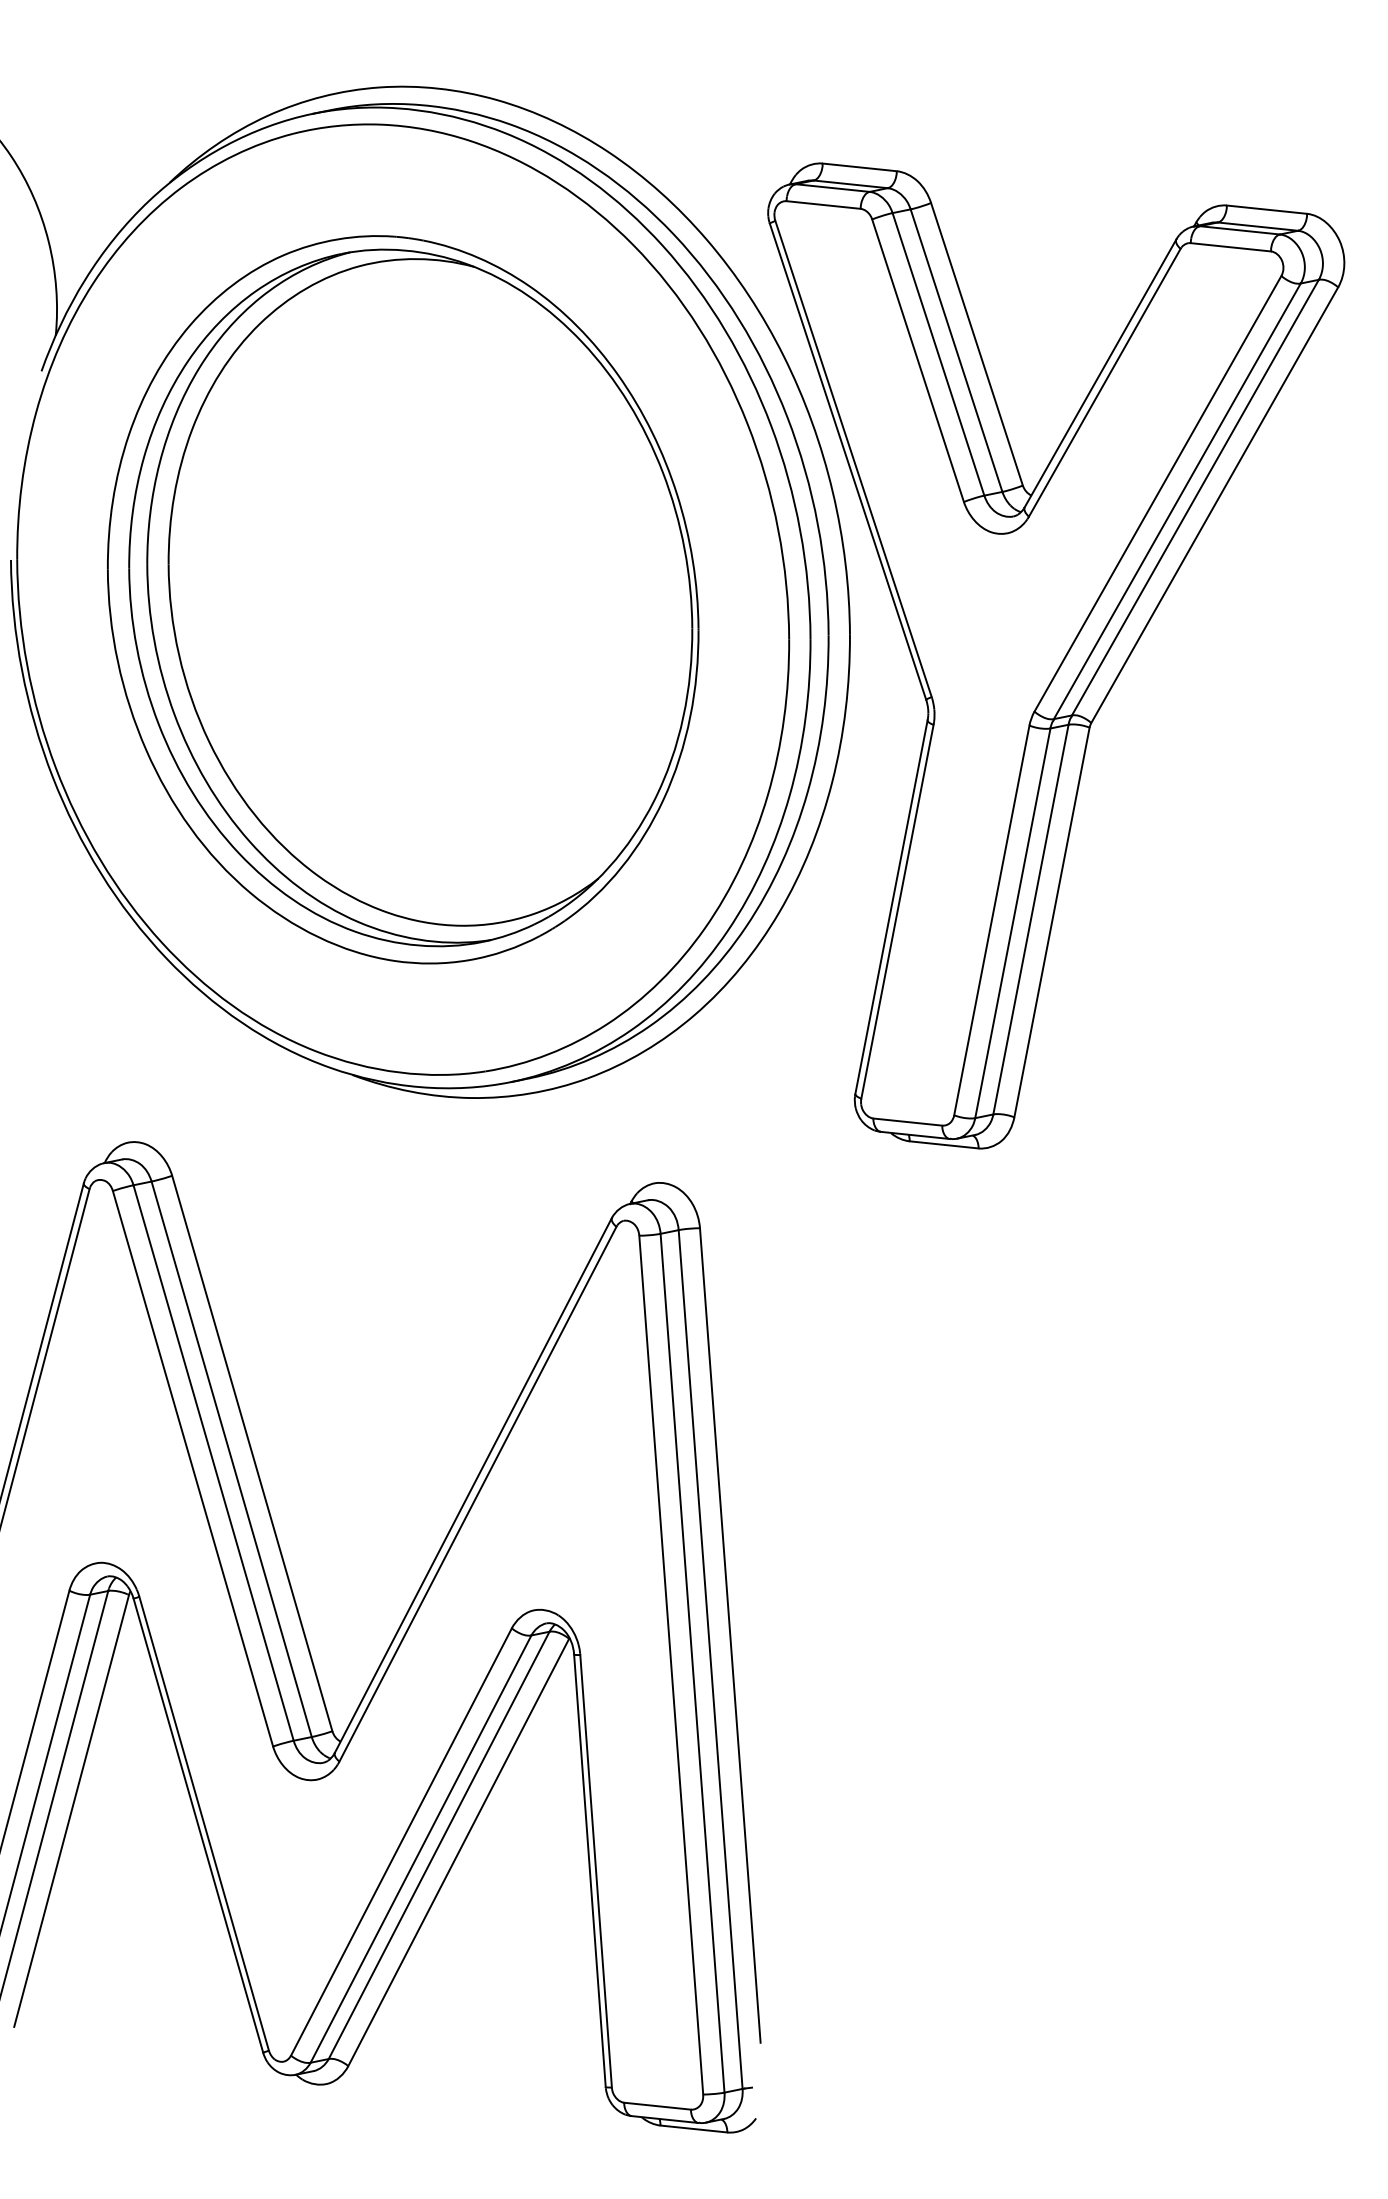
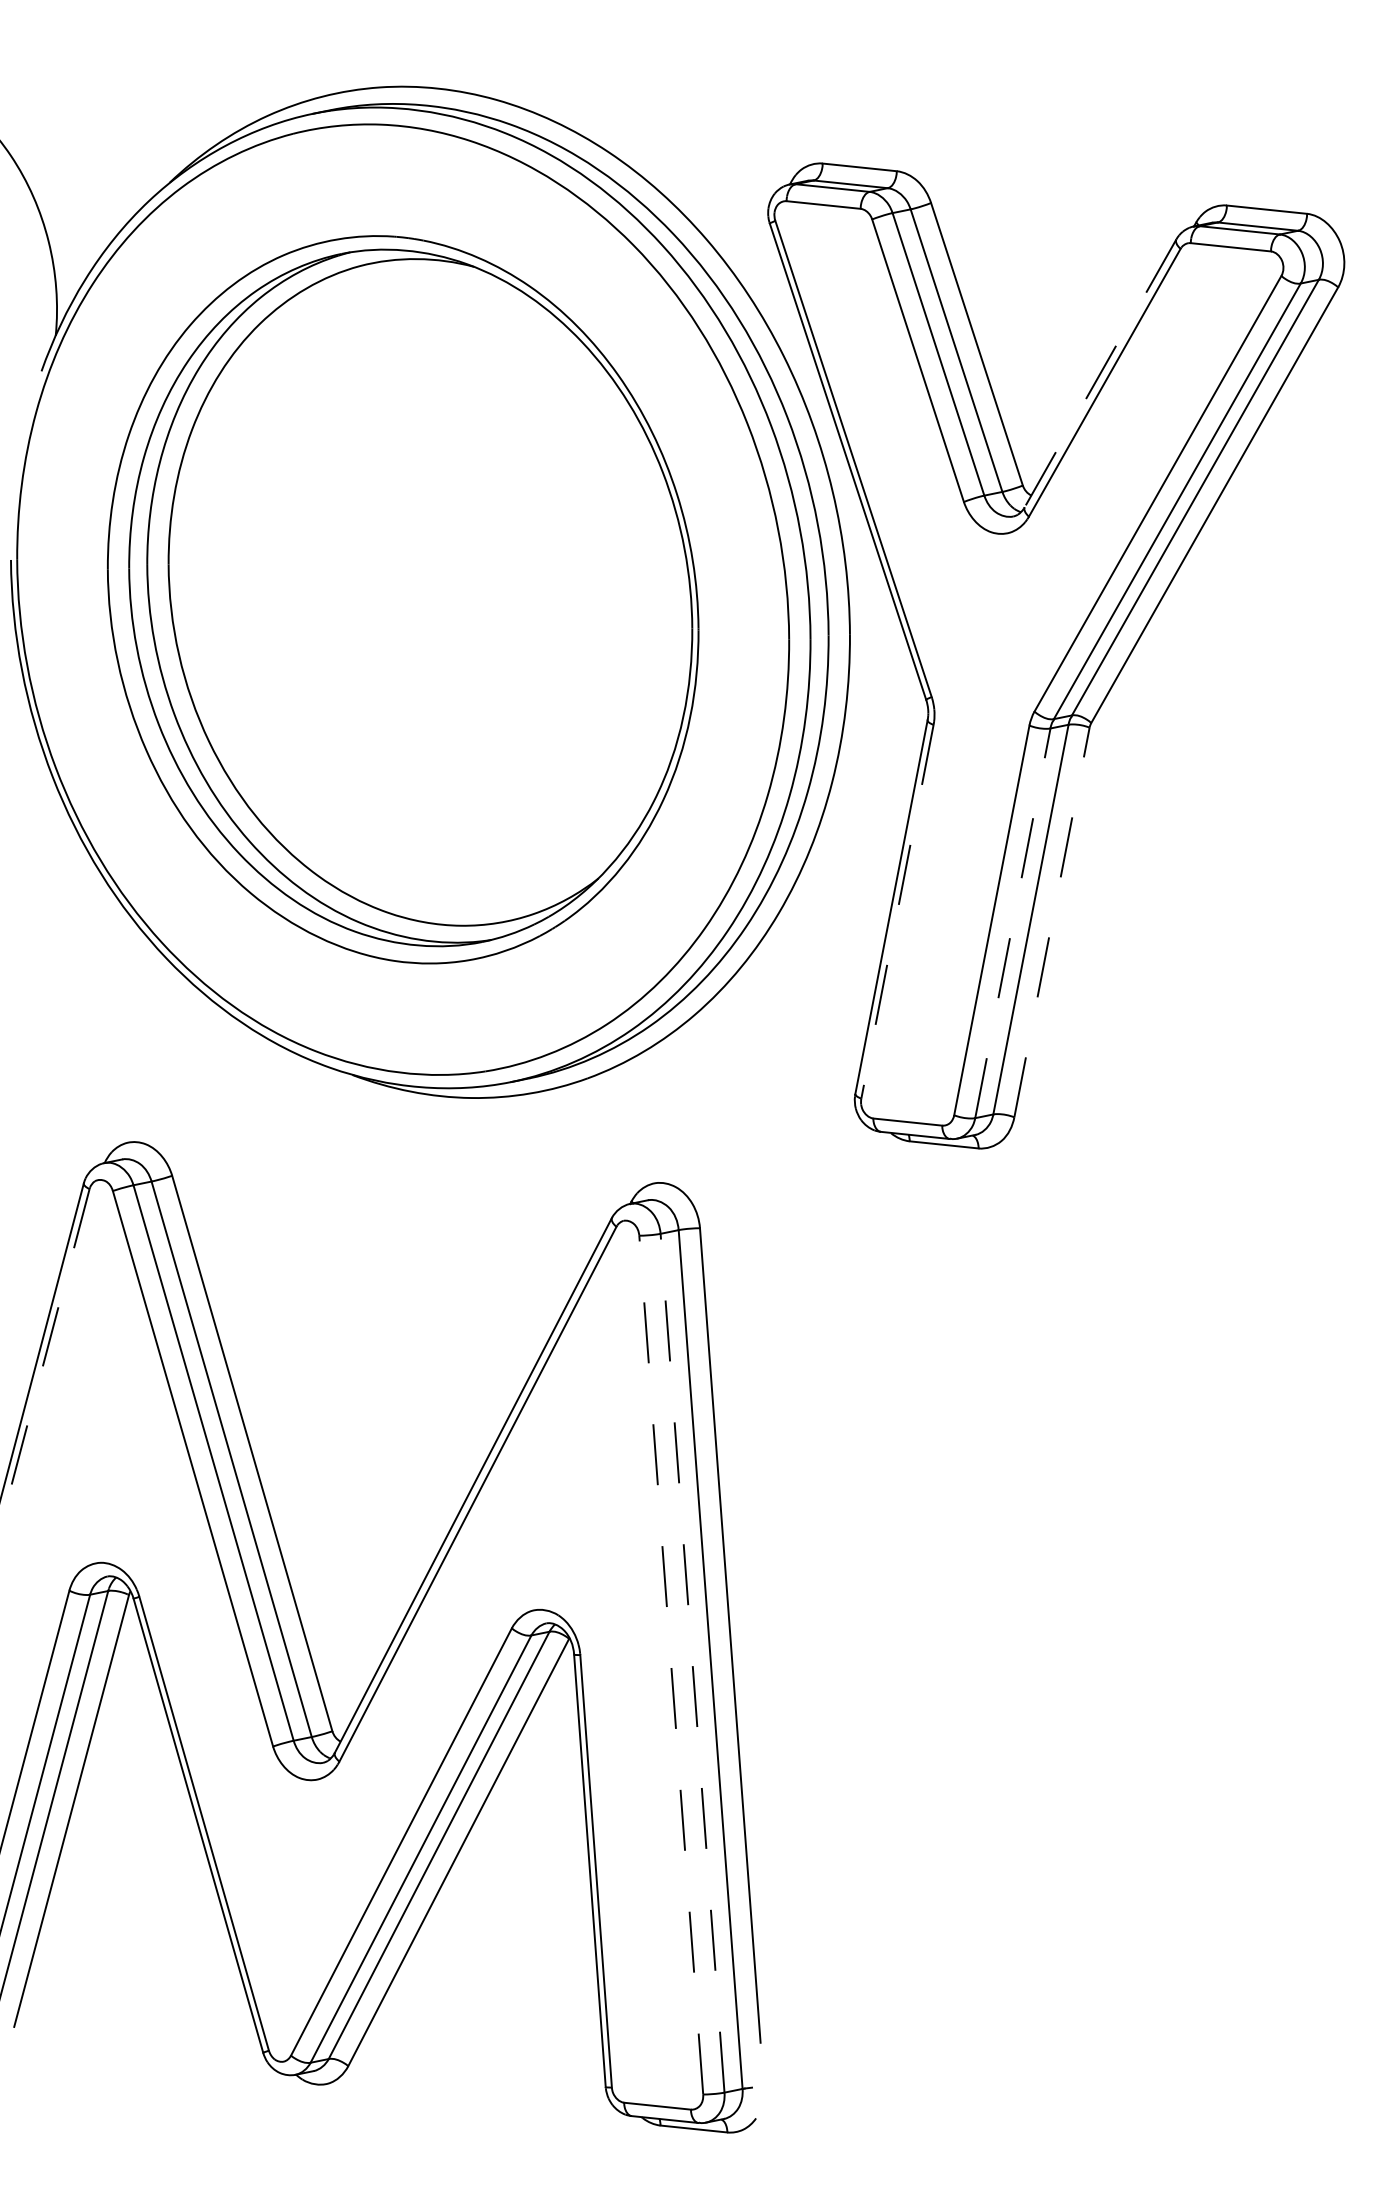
line at (1100, 373): solid -> dashed
line at (897, 912): solid -> dashed
line at (1012, 922): solid -> dashed
line at (1052, 922): solid -> dashed
line at (44, 1359): solid -> dashed
line at (692, 1663): solid -> dashed
line at (671, 1665): solid -> dashed
